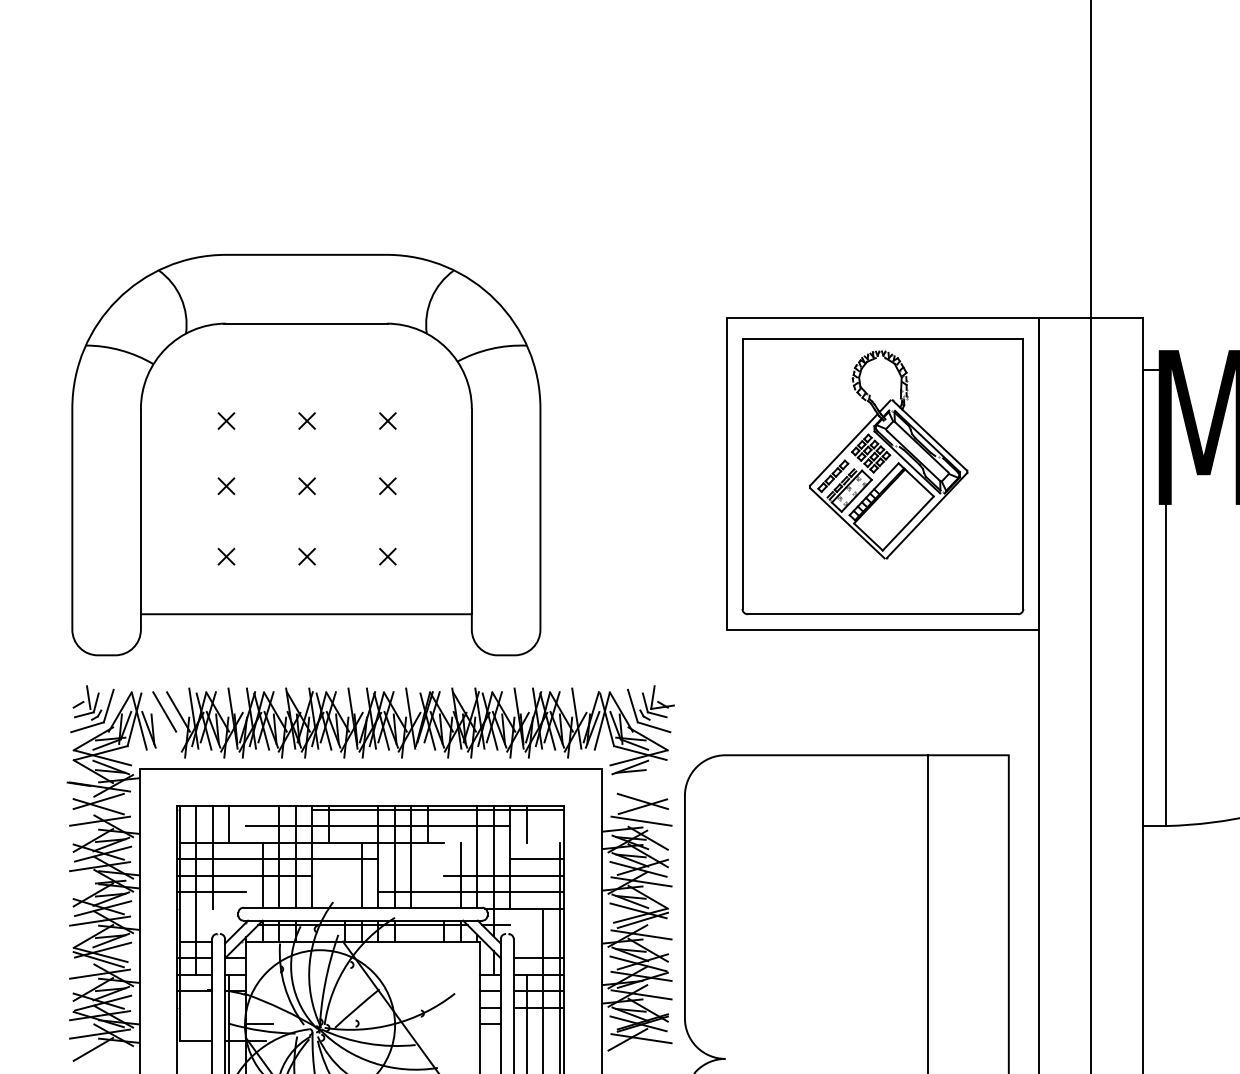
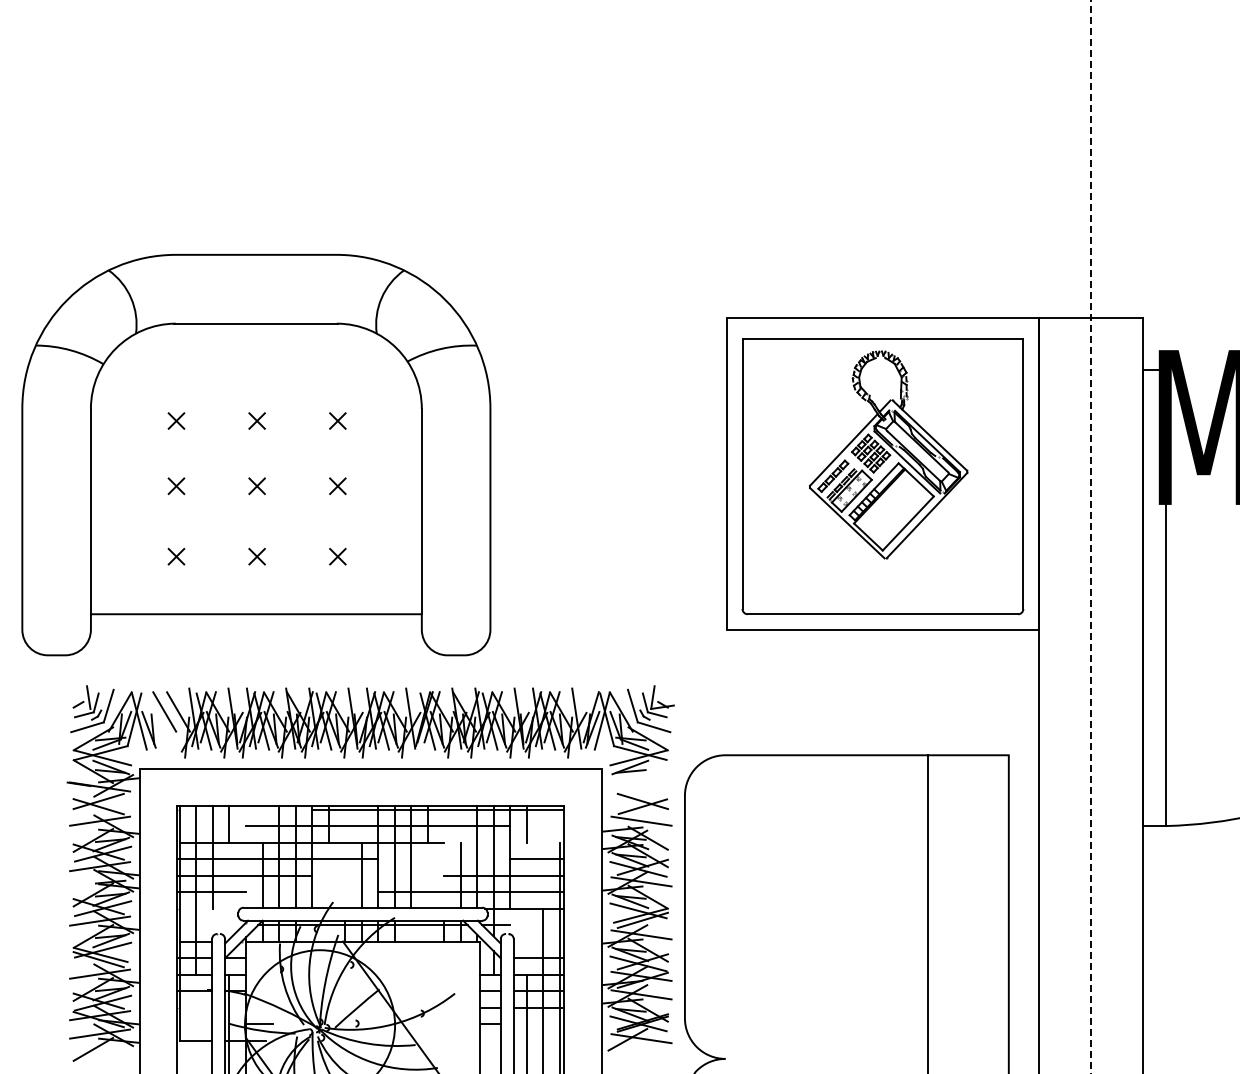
part at (306, 455) position: (306, 455) -> (256, 455)
line at (1090, 536): solid -> dashed
